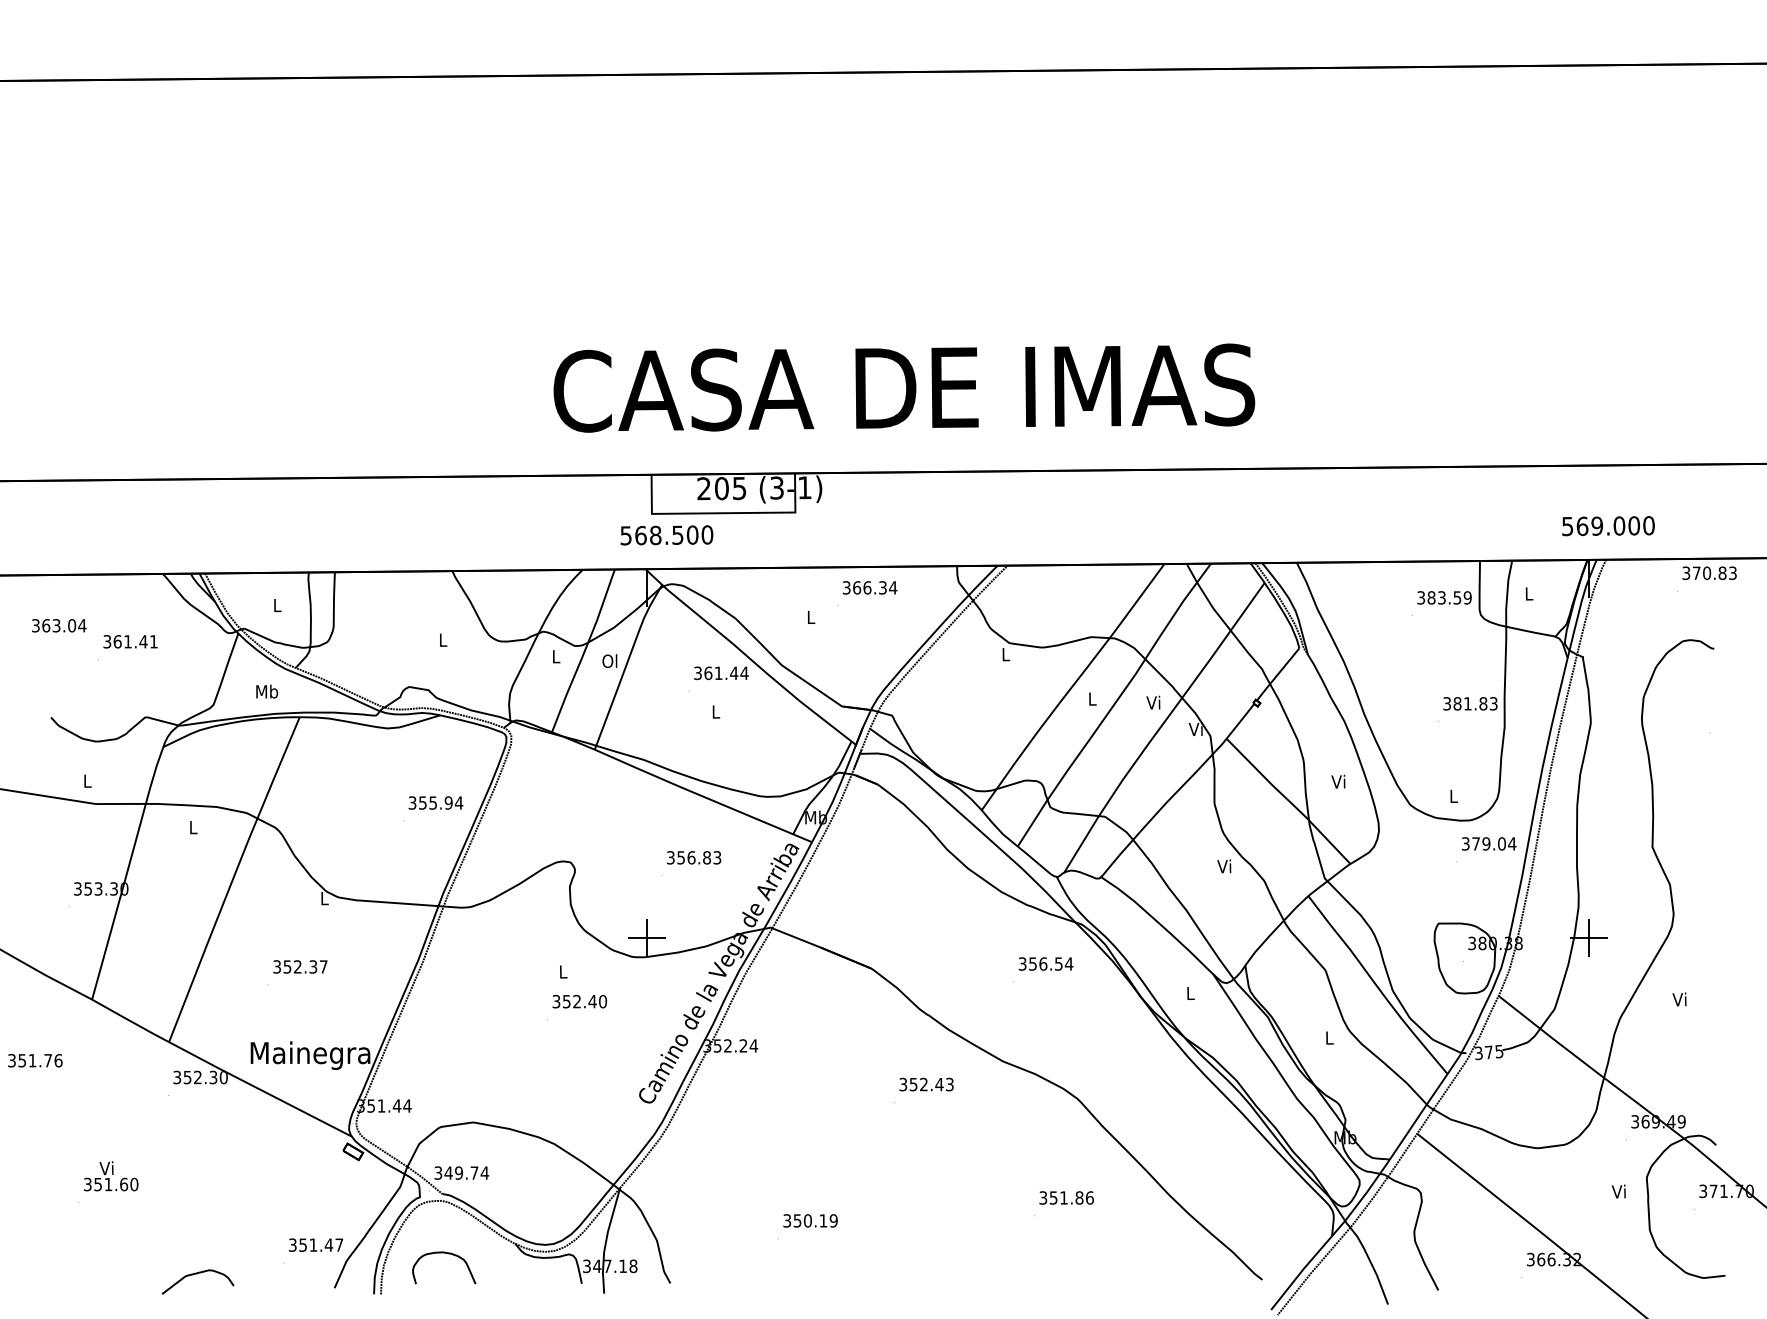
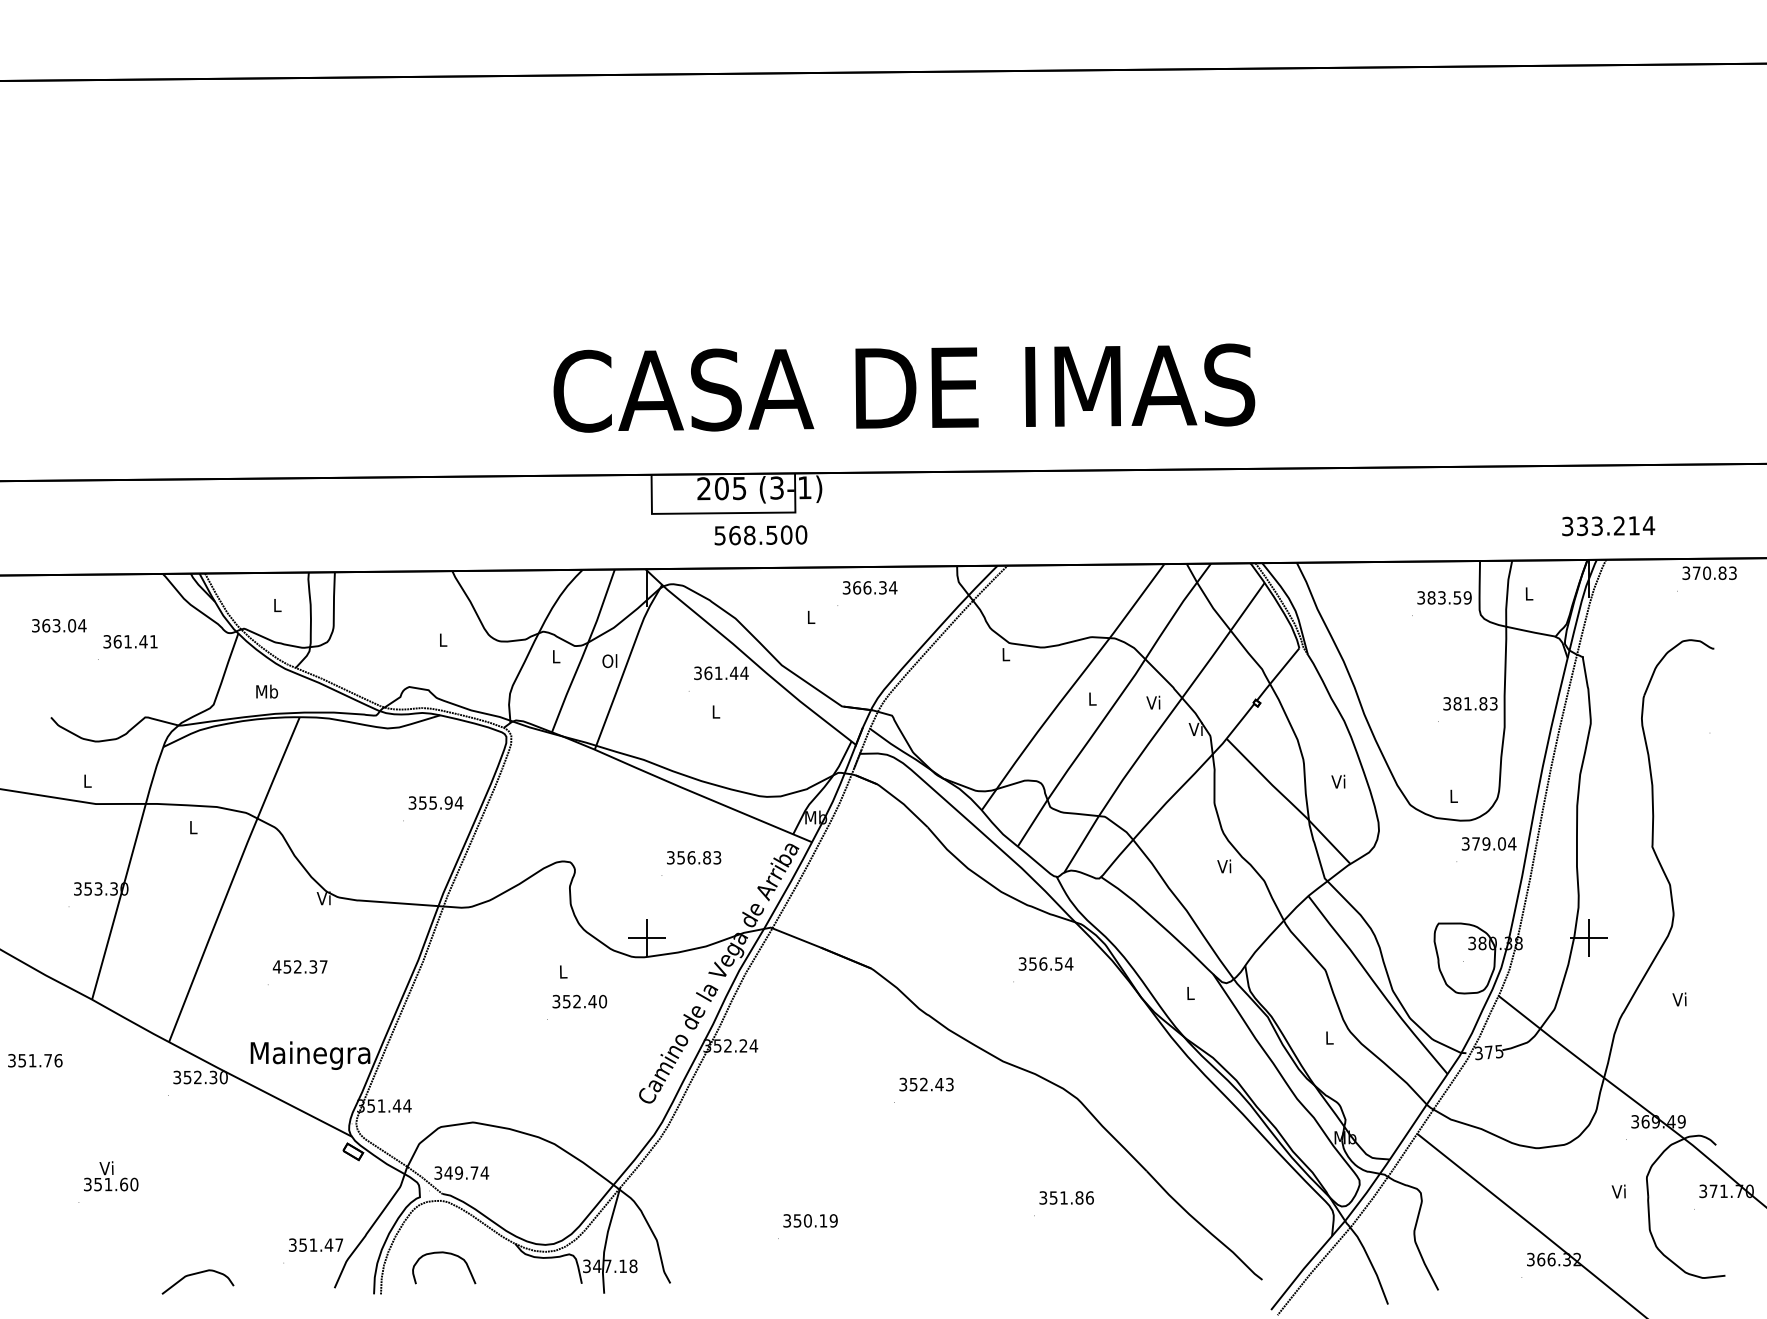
text at (1608, 526): 569.000 -> 333.214
text at (666, 535) position: (666, 535) -> (760, 535)
text at (323, 898): L -> Vi
text at (276, 966): 352.37 -> 452.37
